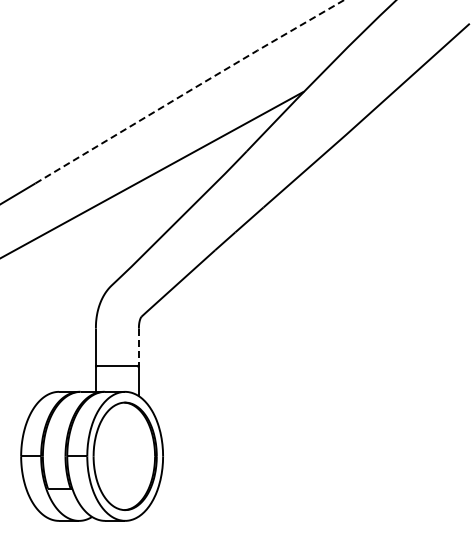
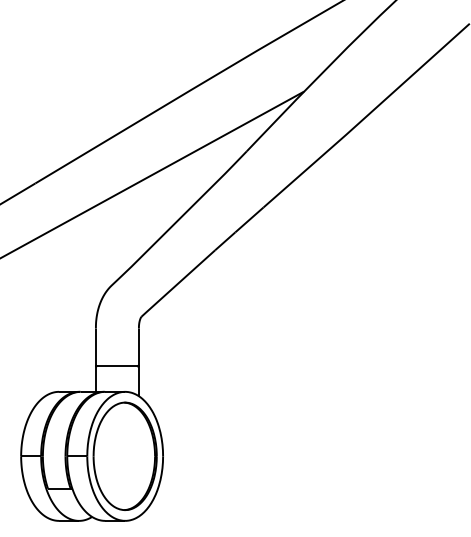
line at (190, 90): dashed -> solid
line at (138, 347): dashed -> solid
